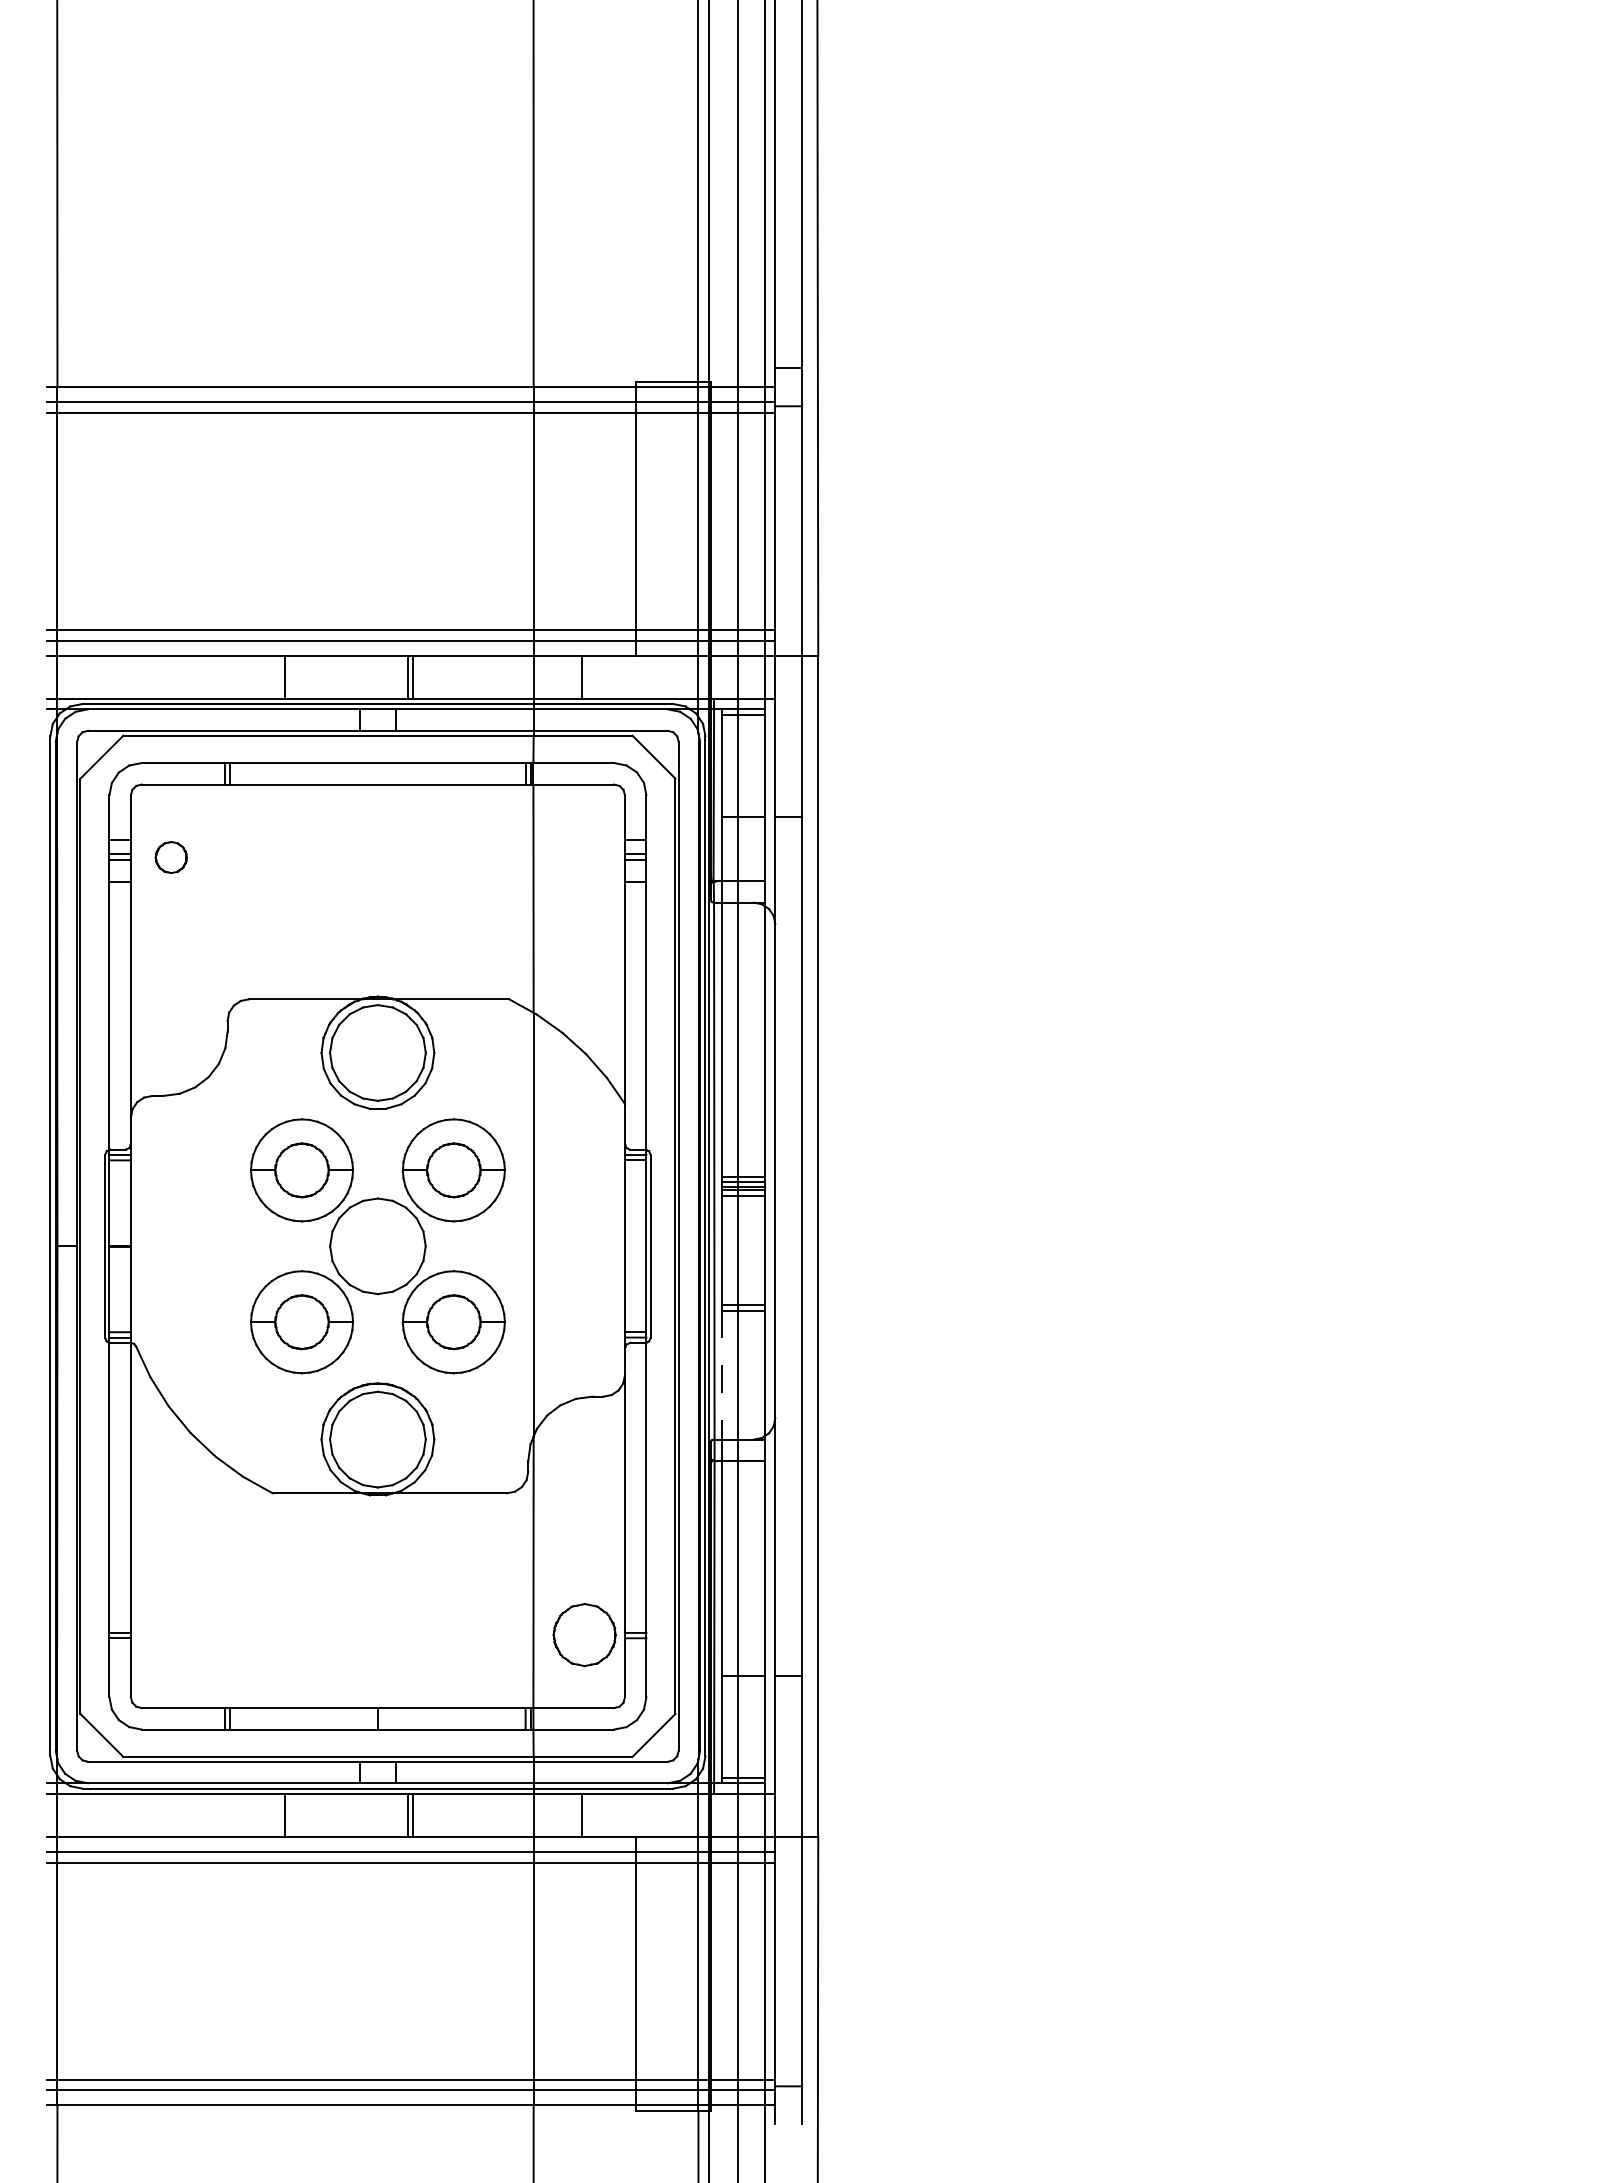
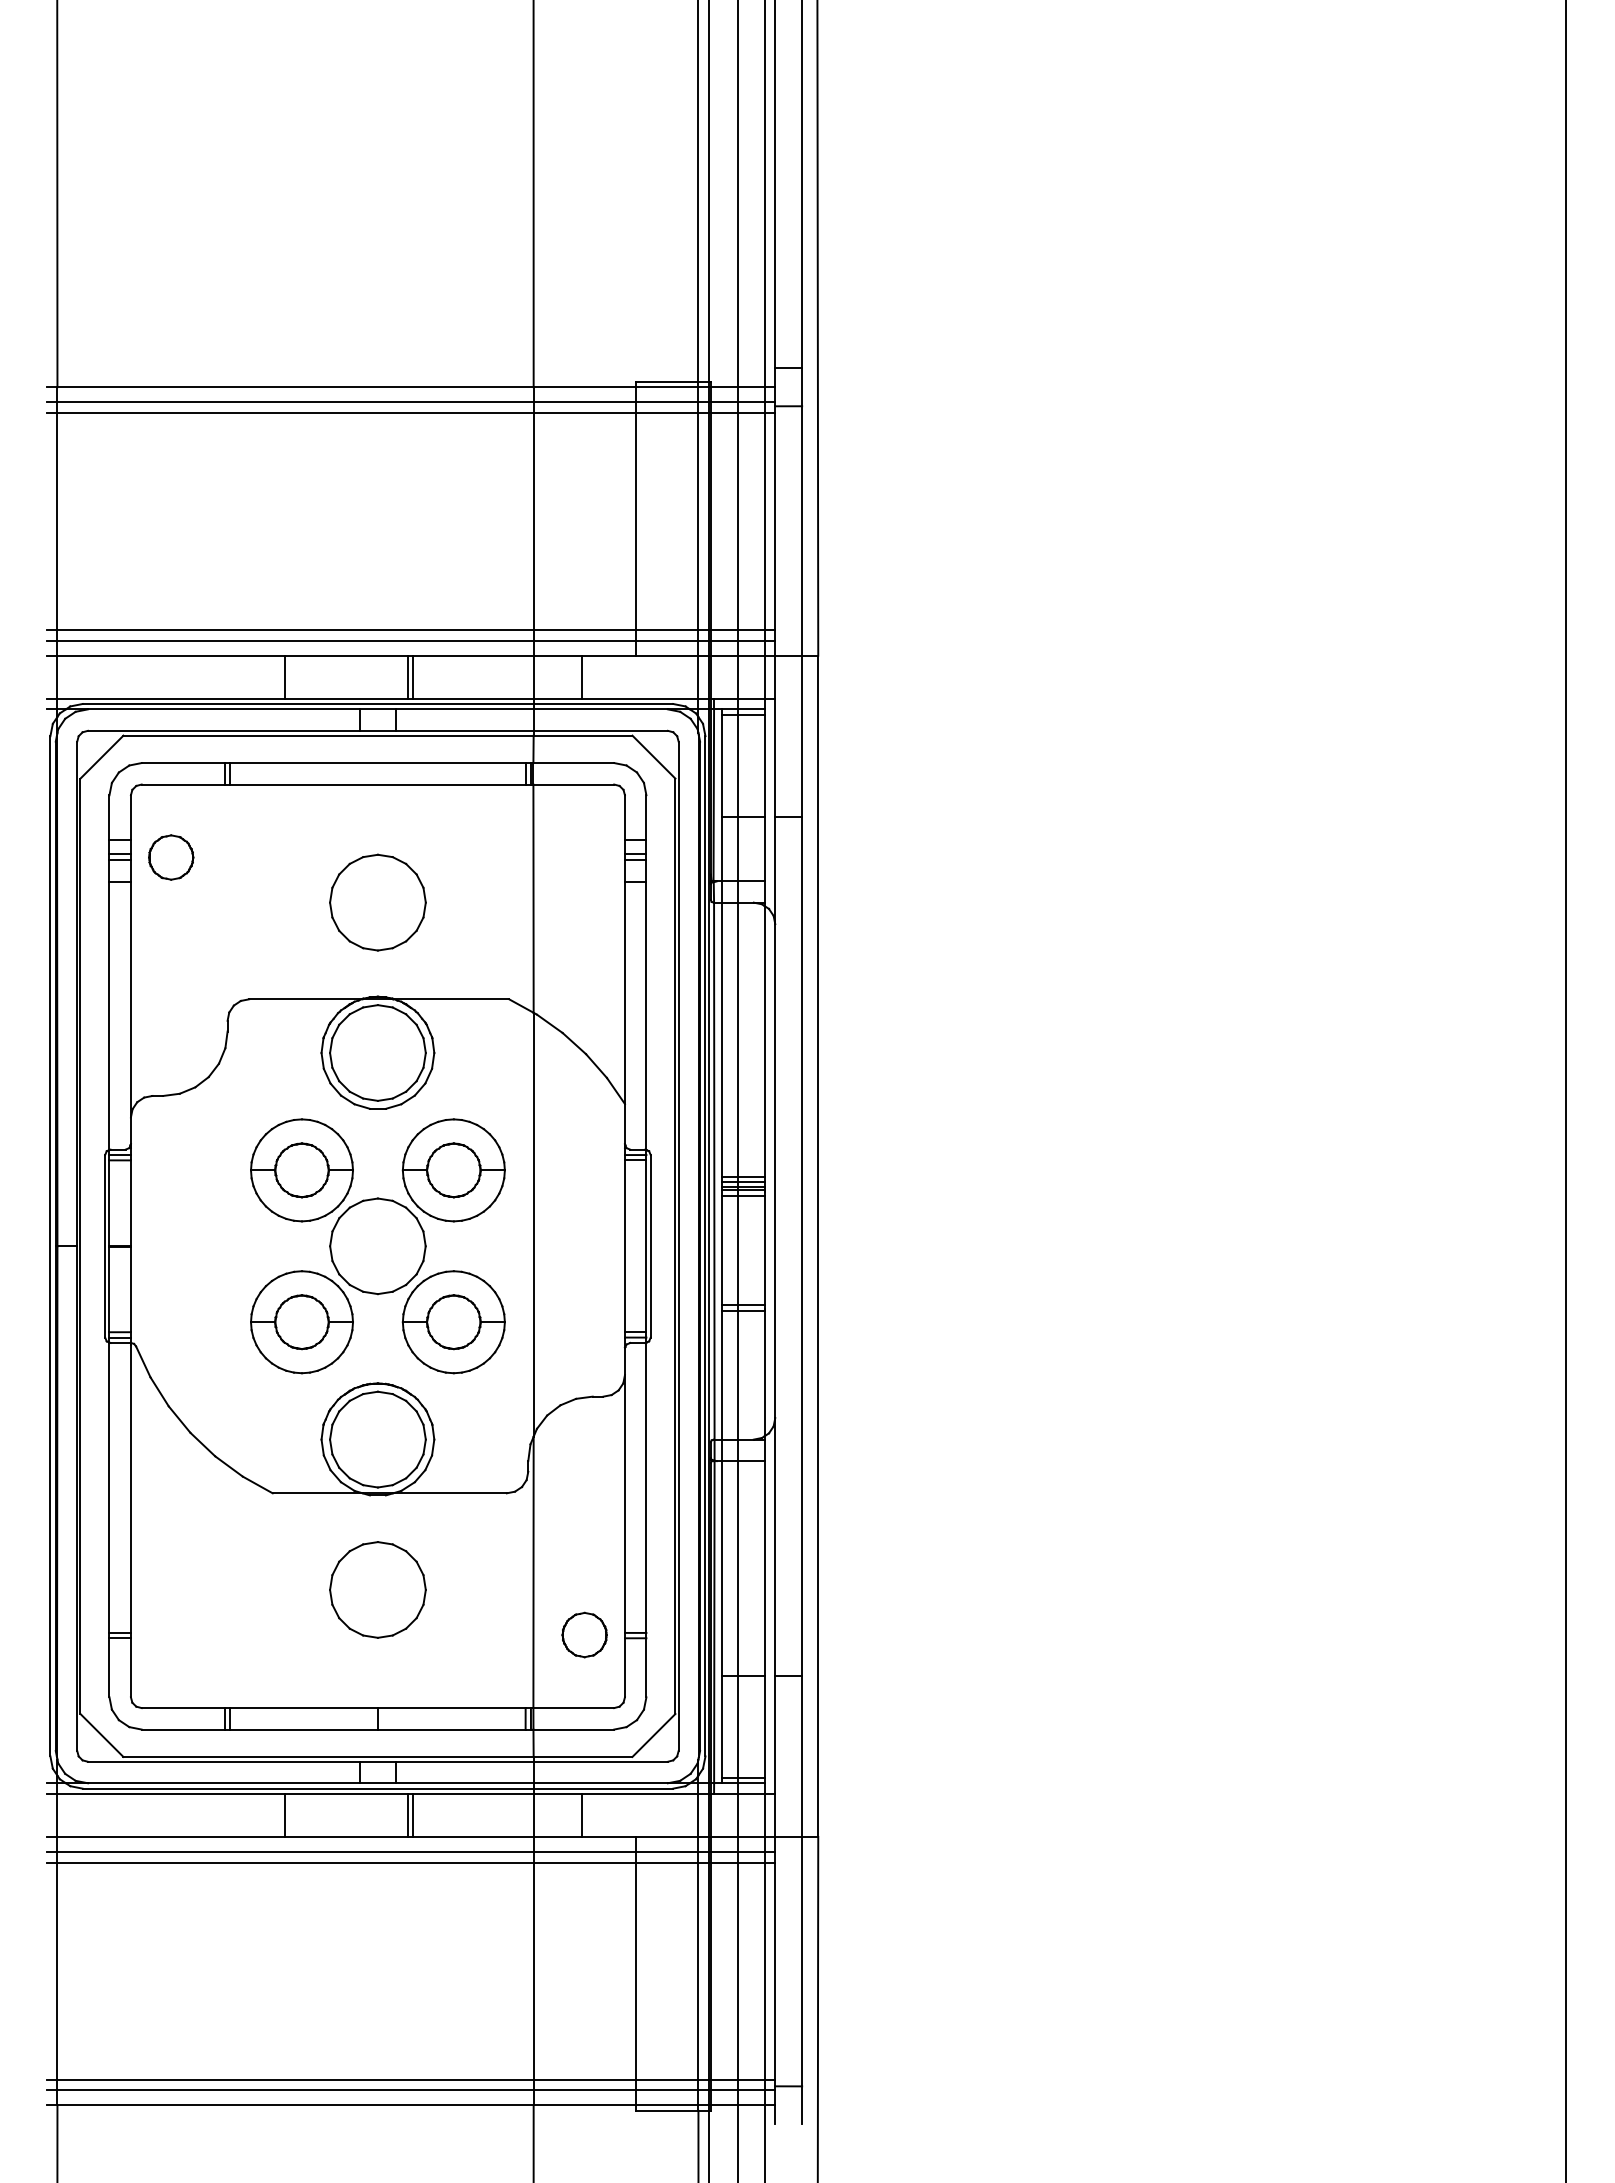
part at (170, 857) size: 34x34 px -> 47x47 px
part at (377, 902): none -> present
line at (1566, 1090): none -> present
line at (721, 1375): dashed -> solid
part at (377, 1589): none -> present
part at (584, 1635) size: 65x65 px -> 47x48 px
